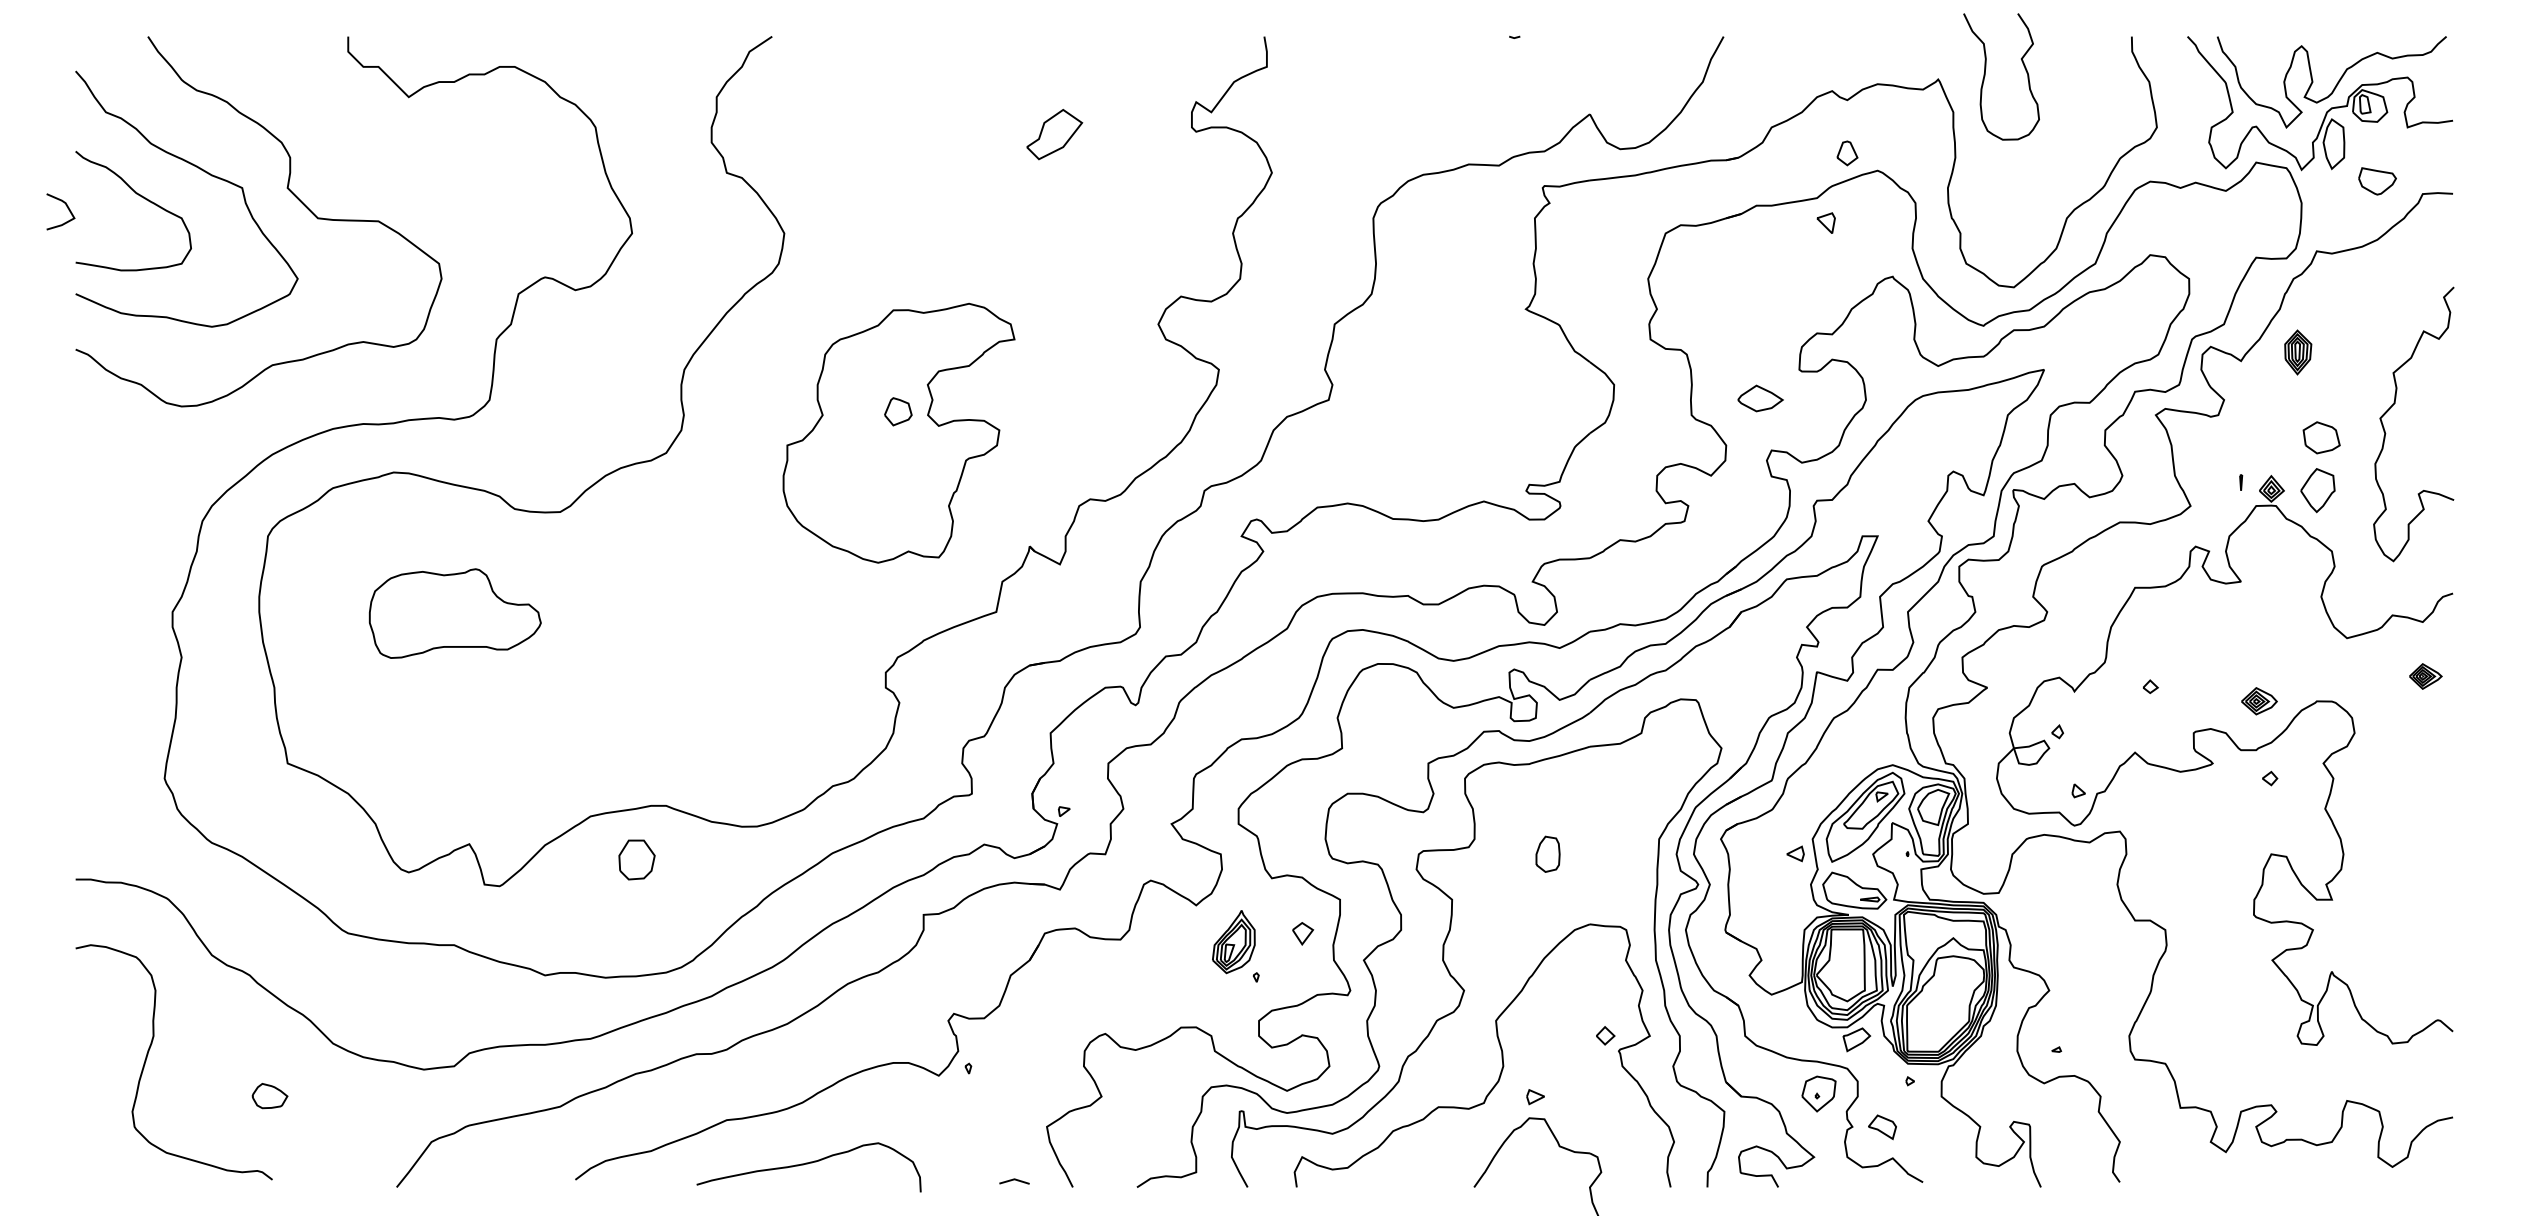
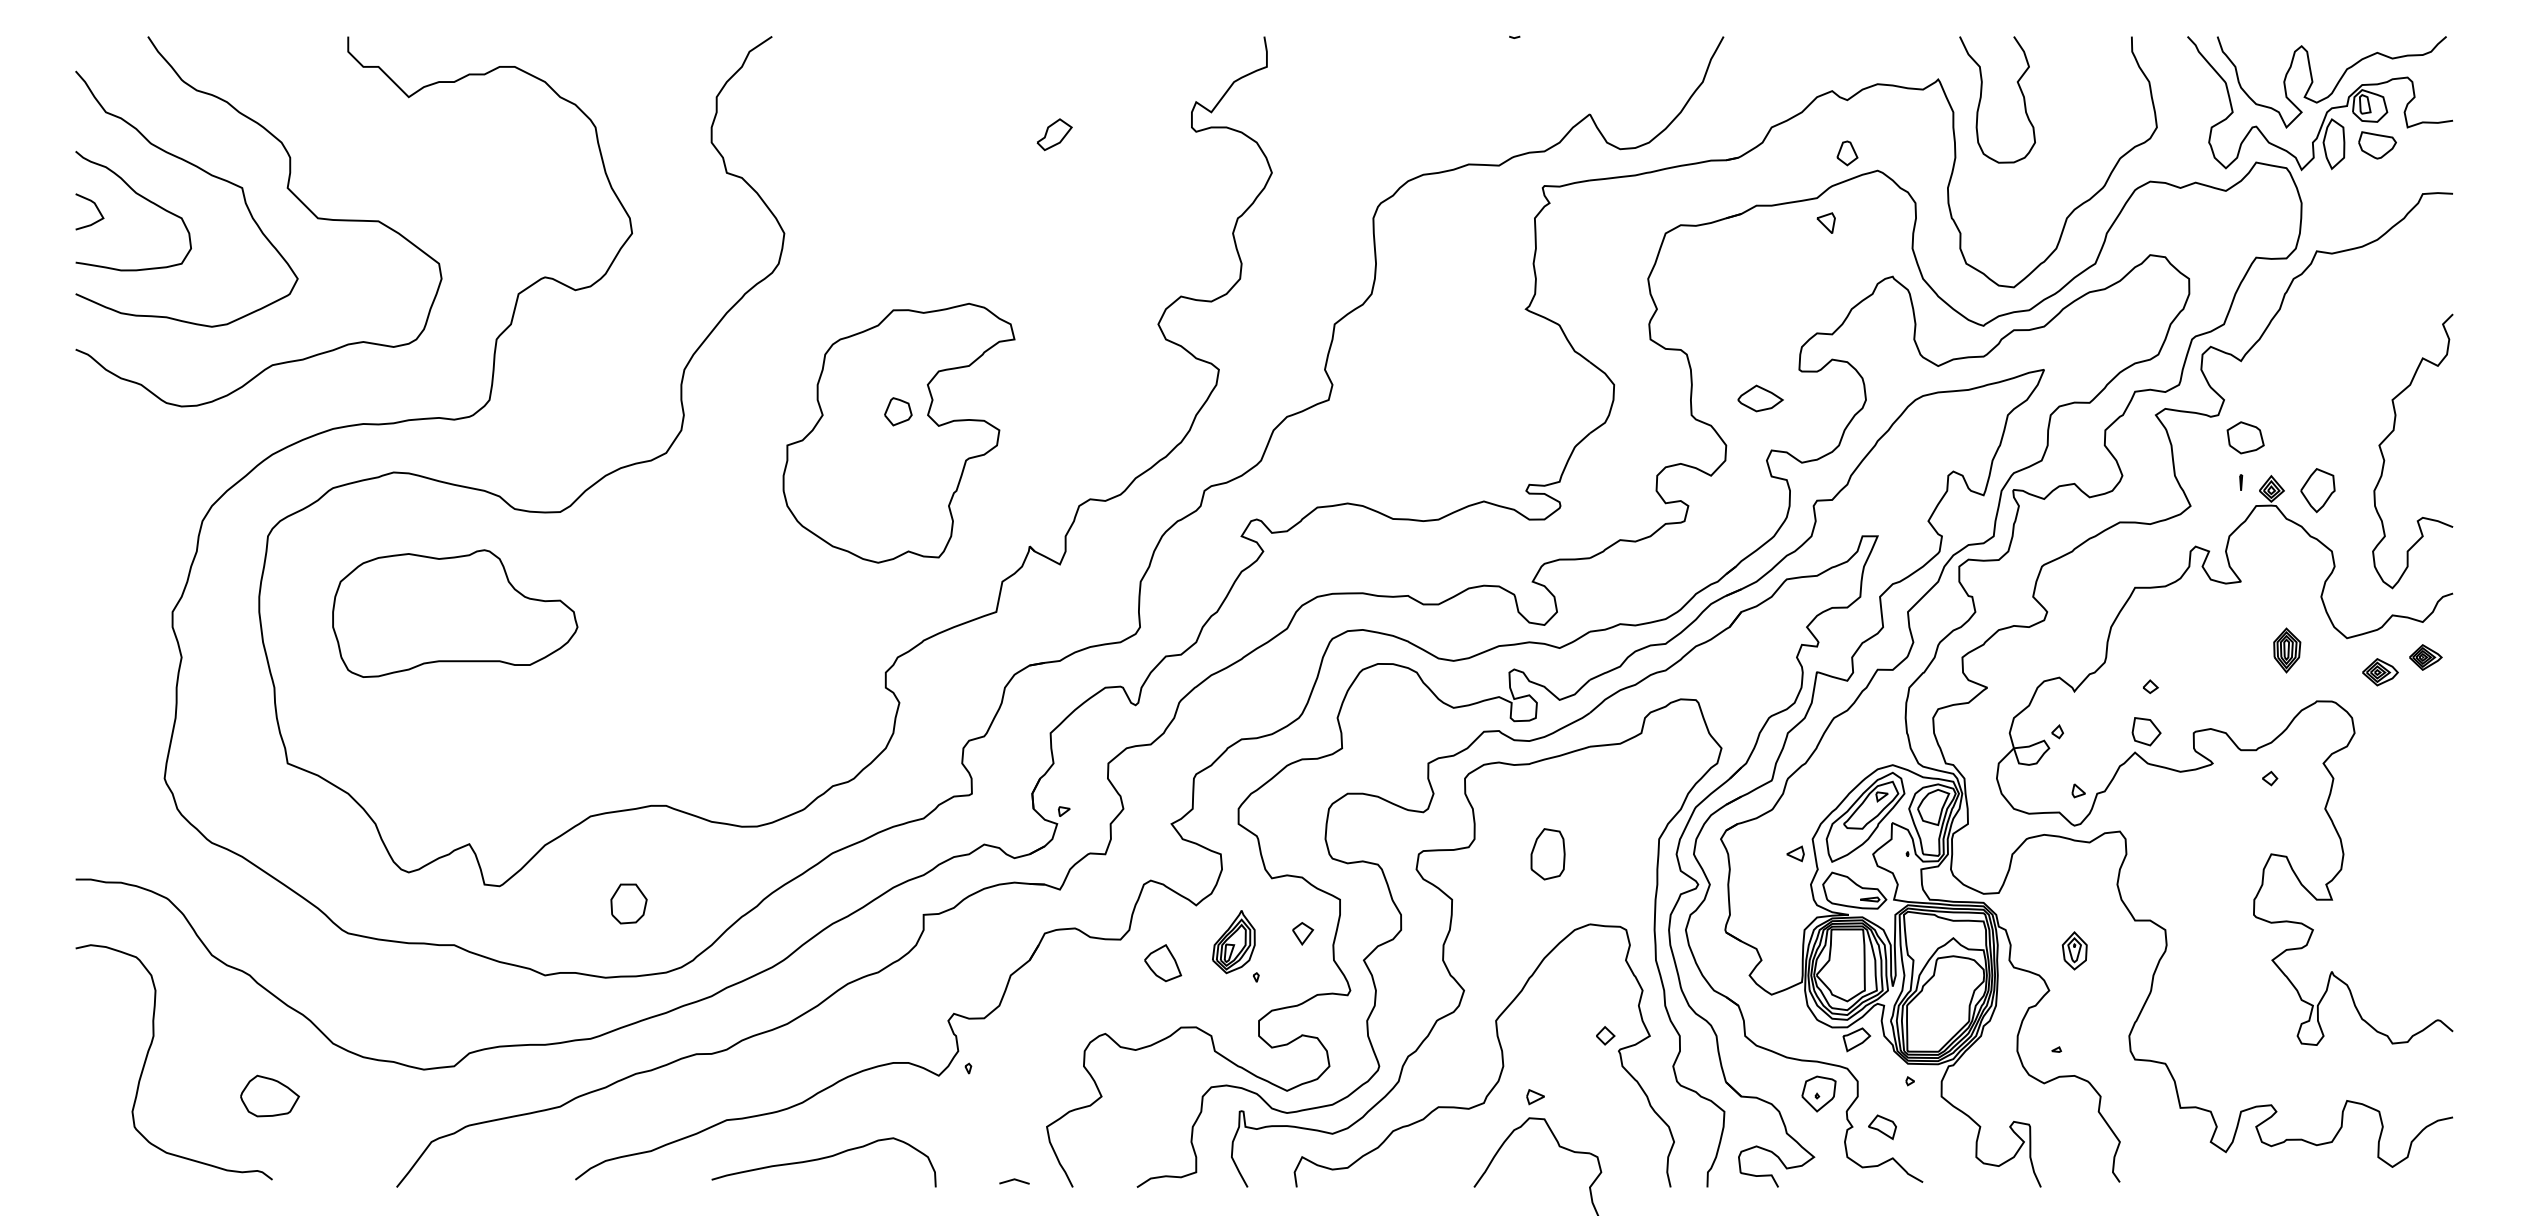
curve at (1985, 76) position: (1985, 76) -> (1981, 99)
part at (1054, 134) size: 58x52 px -> 37x34 px
part at (2377, 181) position: (2377, 181) -> (2377, 145)
curve at (67, 208) position: (67, 208) -> (96, 208)
part at (2298, 352) position: (2298, 352) -> (2287, 650)
curve at (2390, 409) position: (2390, 409) -> (2389, 436)
part at (2321, 437) position: (2321, 437) -> (2245, 437)
part at (454, 613) size: 174x91 px -> 247x129 px
part at (2425, 676) position: (2425, 676) -> (2425, 657)
part at (2259, 701) position: (2259, 701) -> (2380, 672)
part at (2146, 731): none -> present
part at (1547, 853) size: 26x38 px -> 36x53 px
part at (636, 859) position: (636, 859) -> (628, 903)
part at (2074, 950): none -> present
part at (1163, 963): none -> present
part at (269, 1096) size: 38x27 px -> 60x44 px
curve at (808, 1164) position: (808, 1164) -> (823, 1159)
